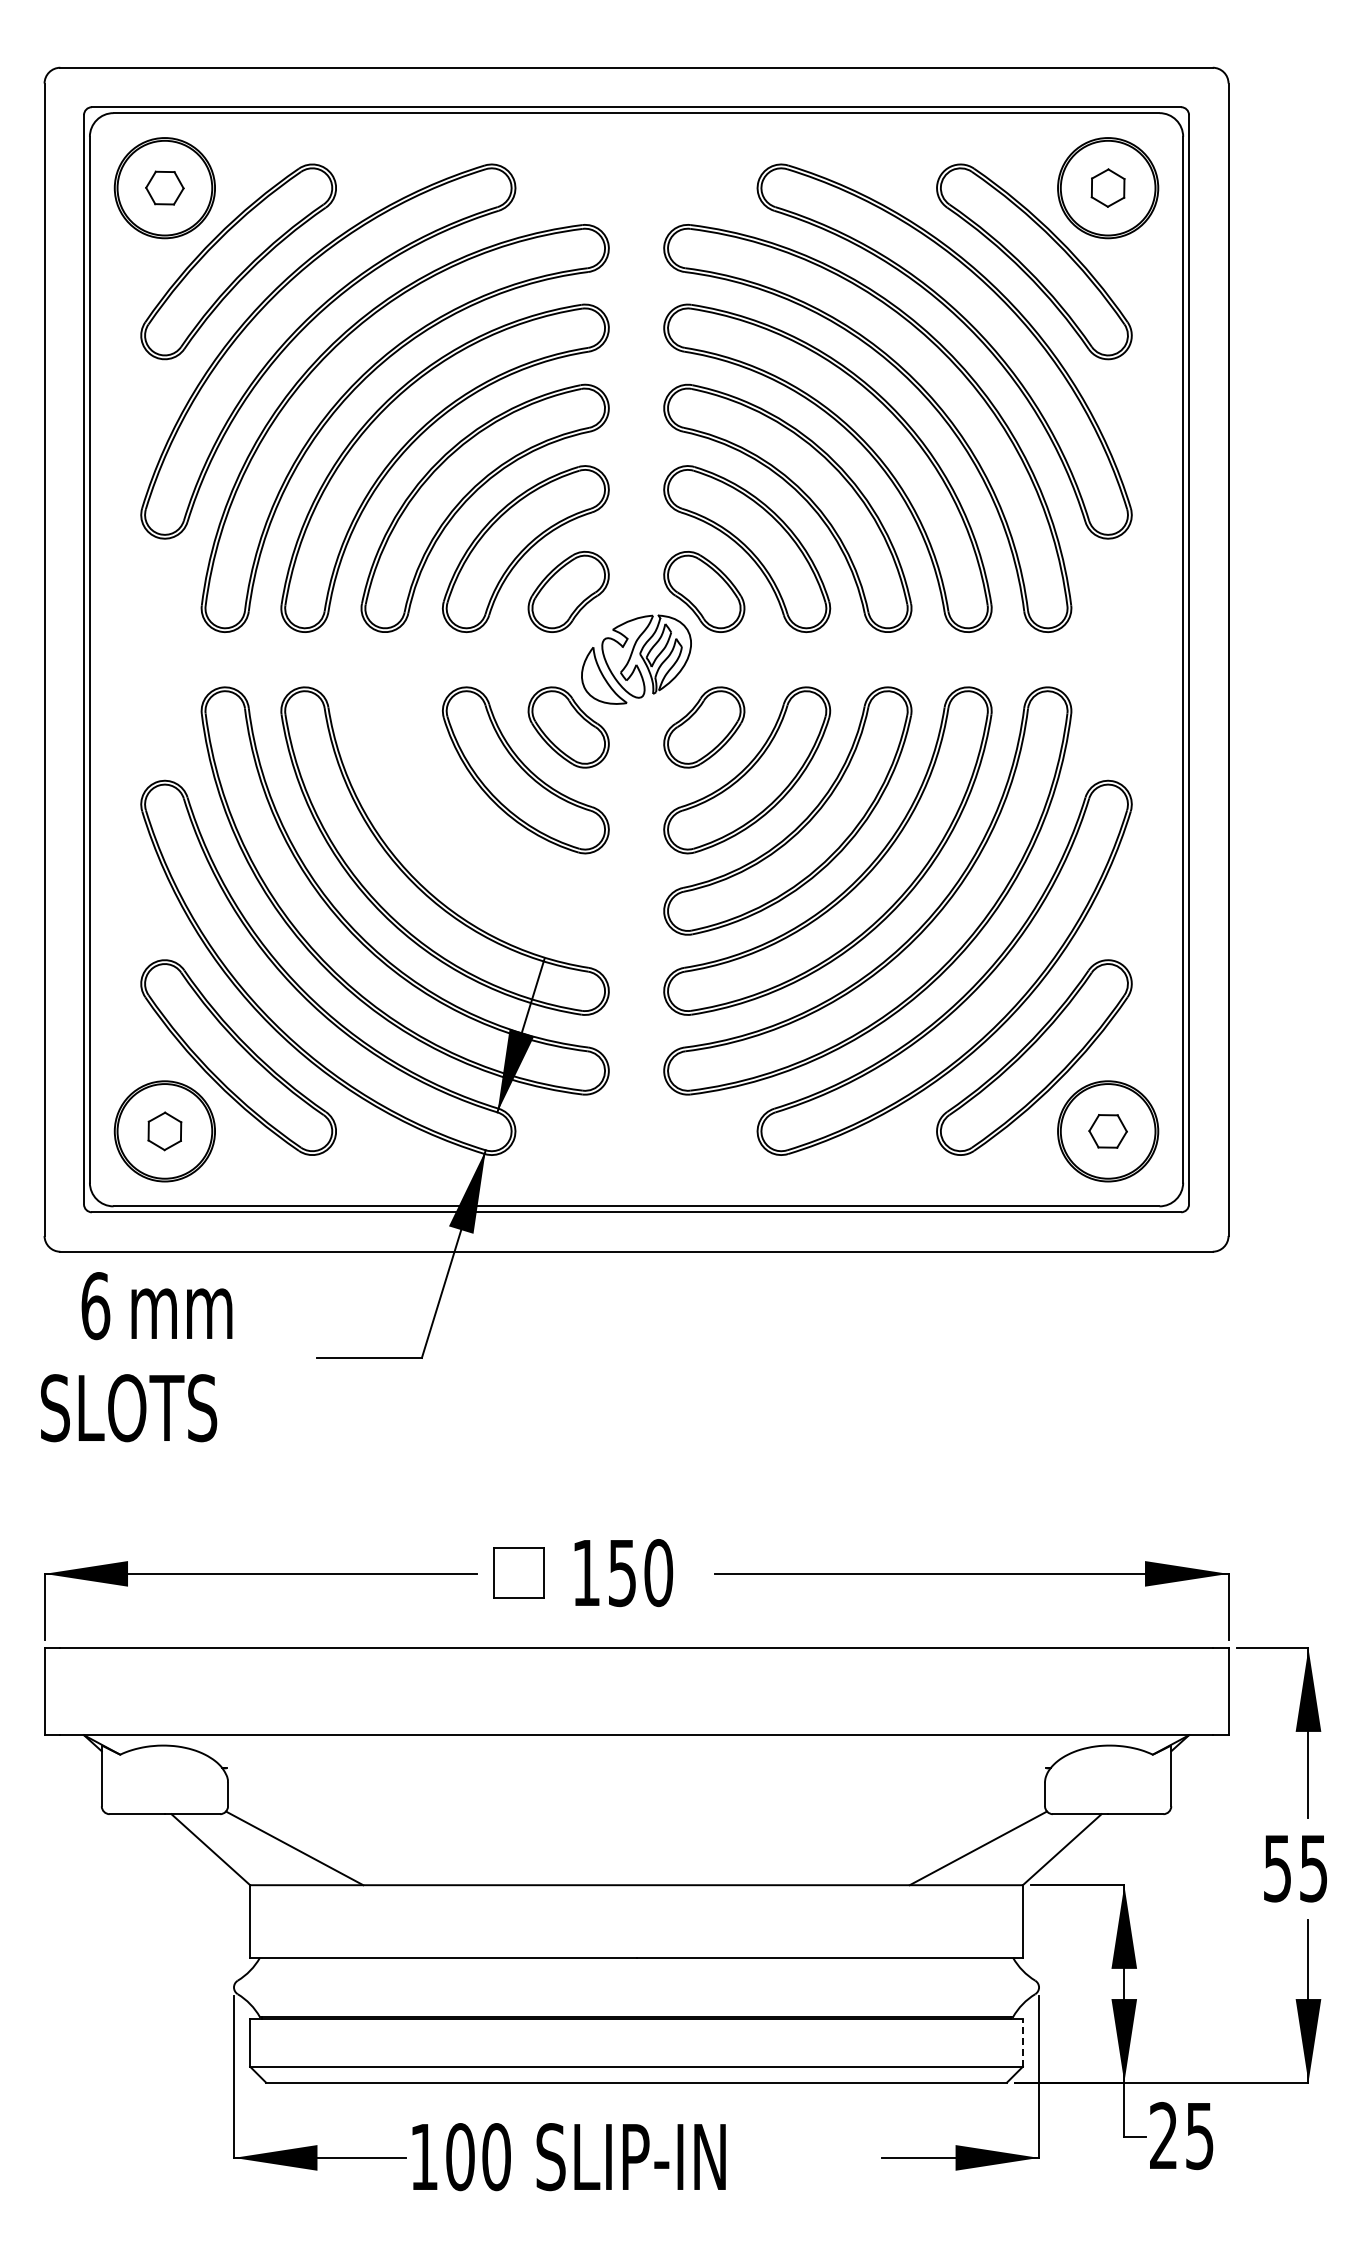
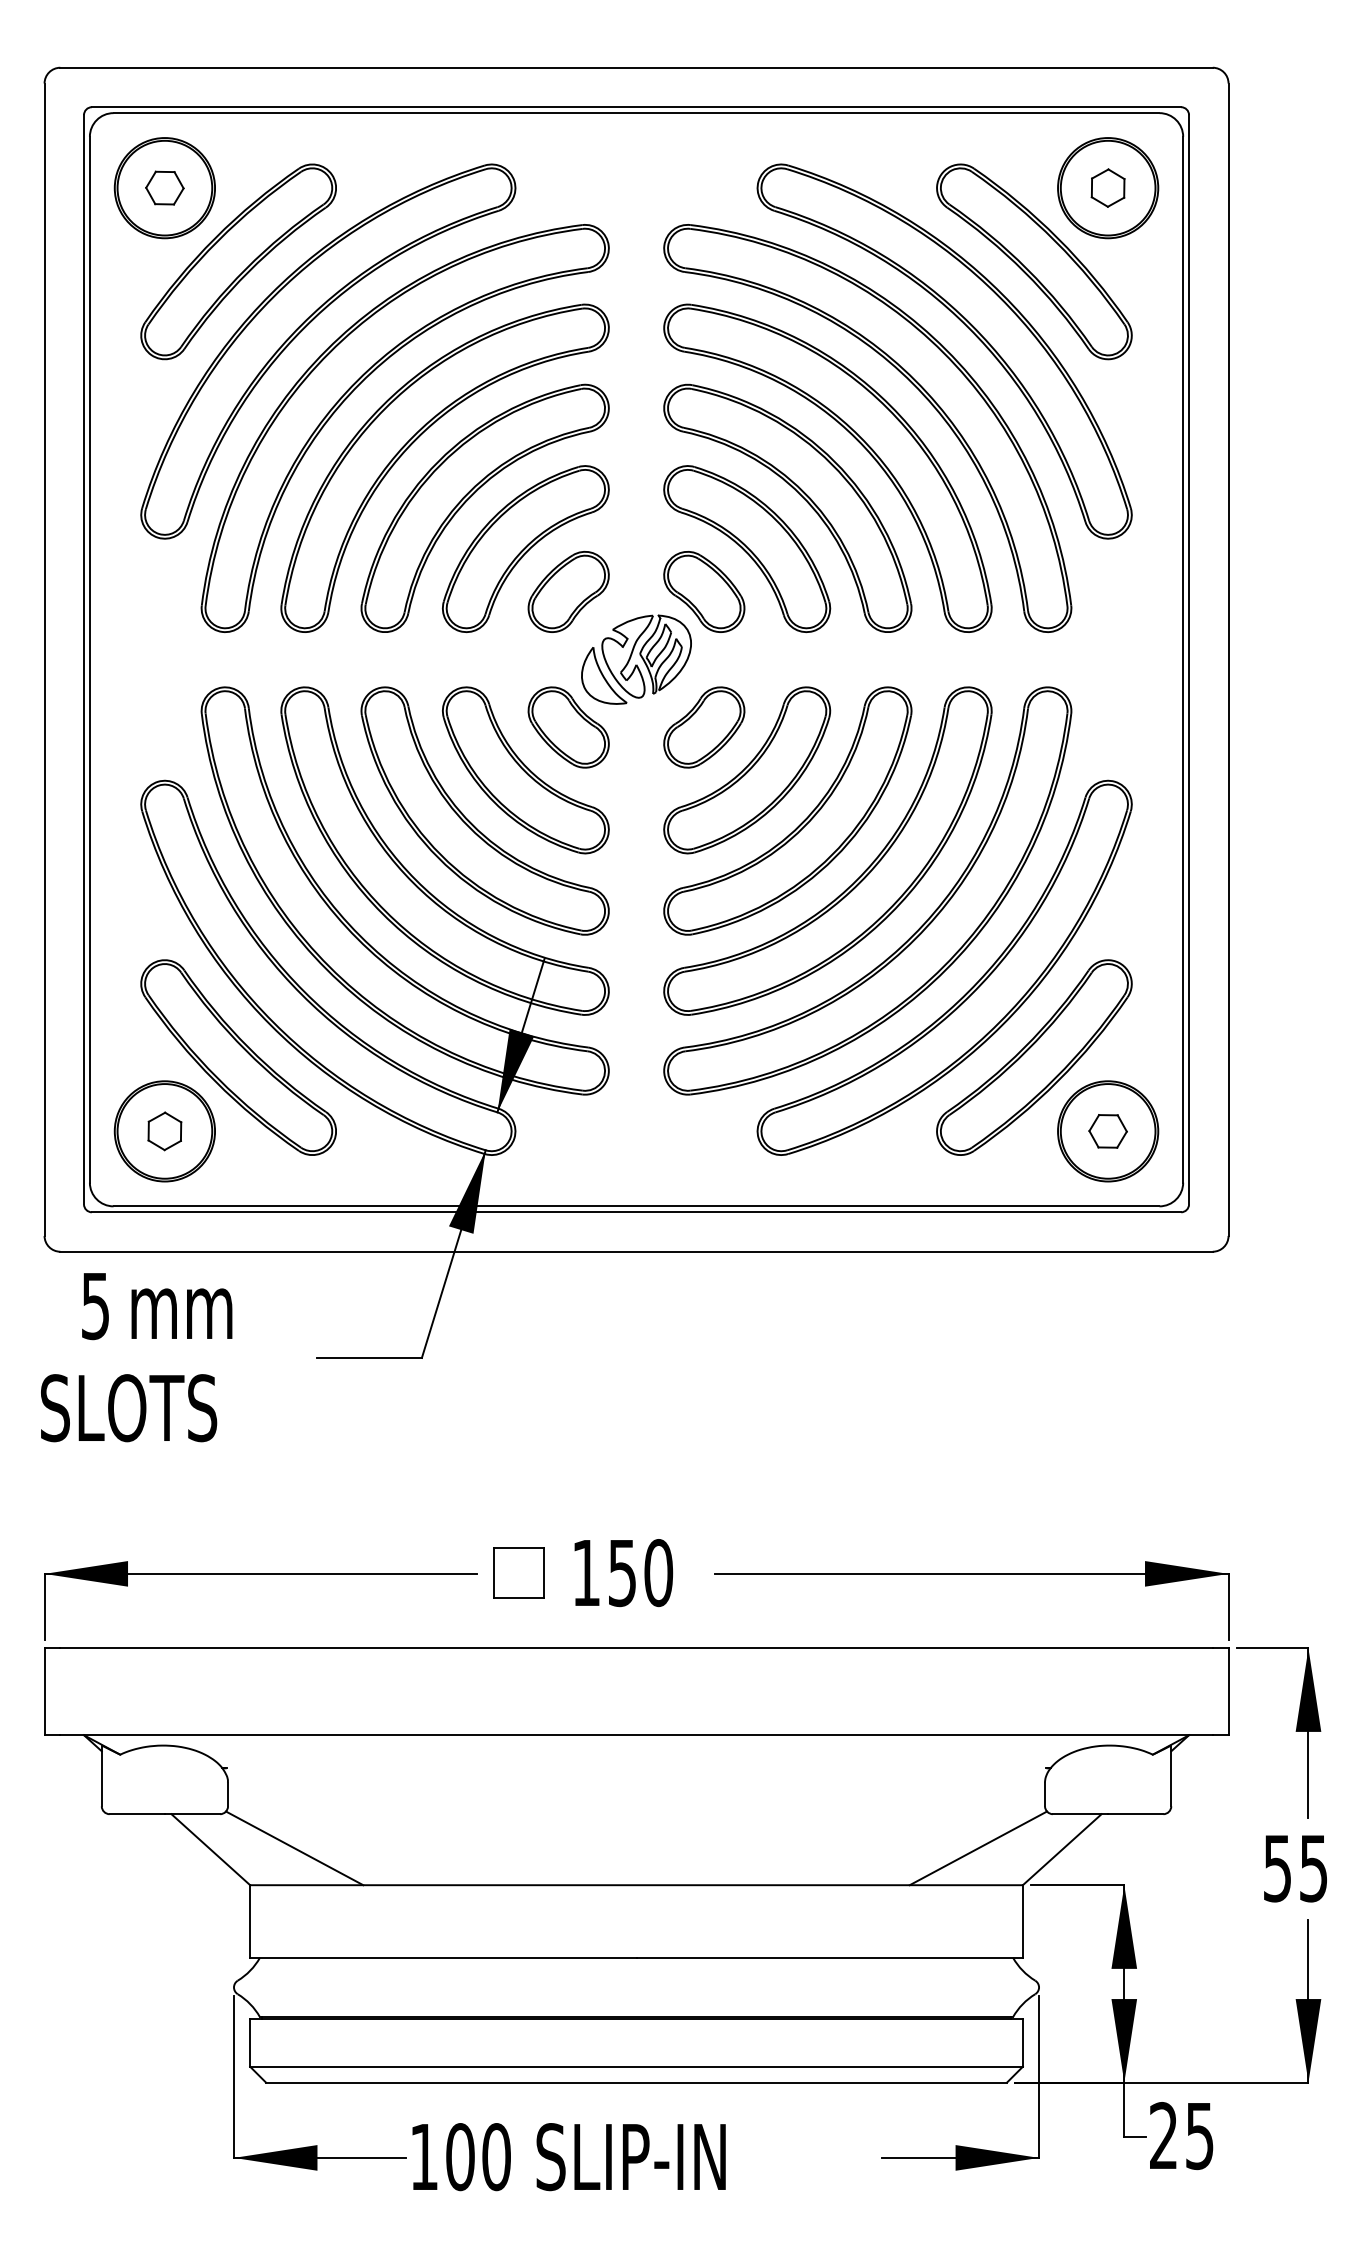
part at (471, 822): none -> present
text at (95, 1306): 6 -> 5
line at (1022, 2043): dashed -> solid
